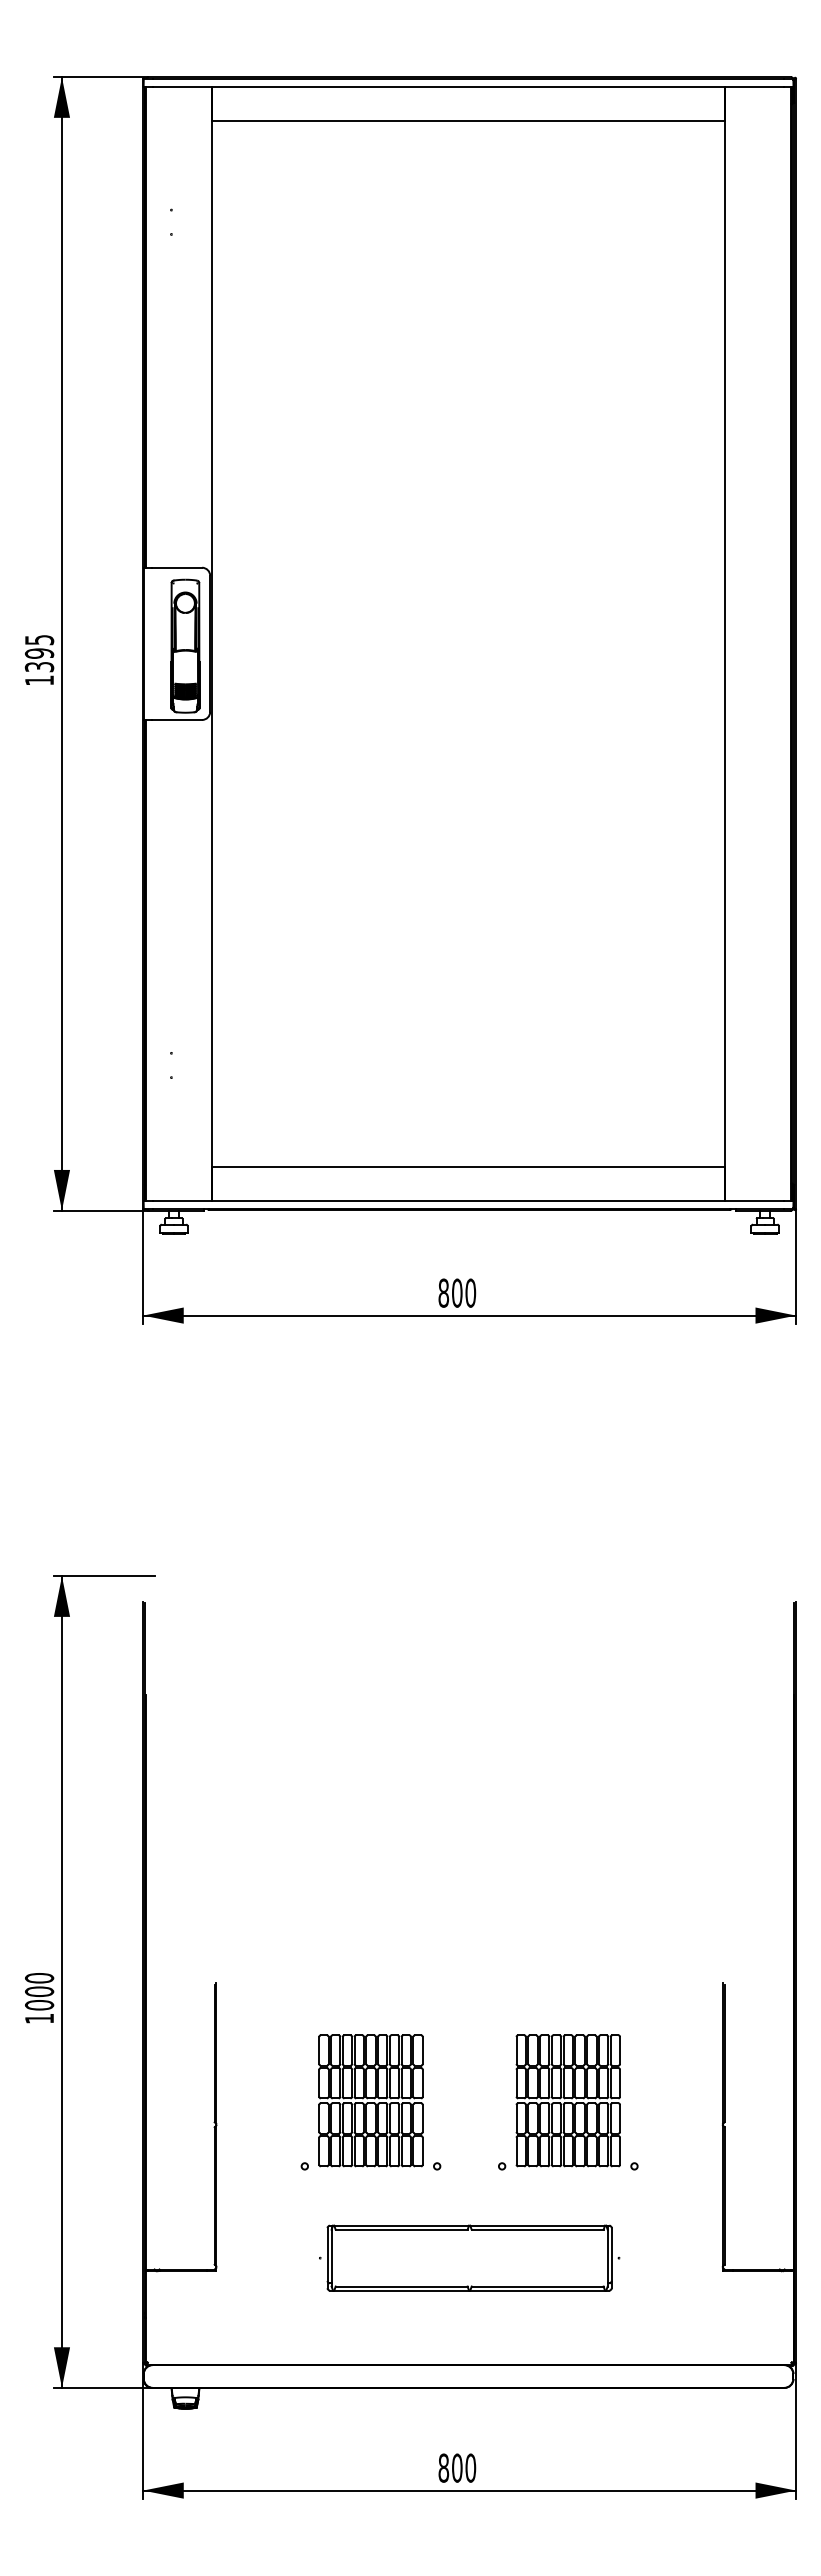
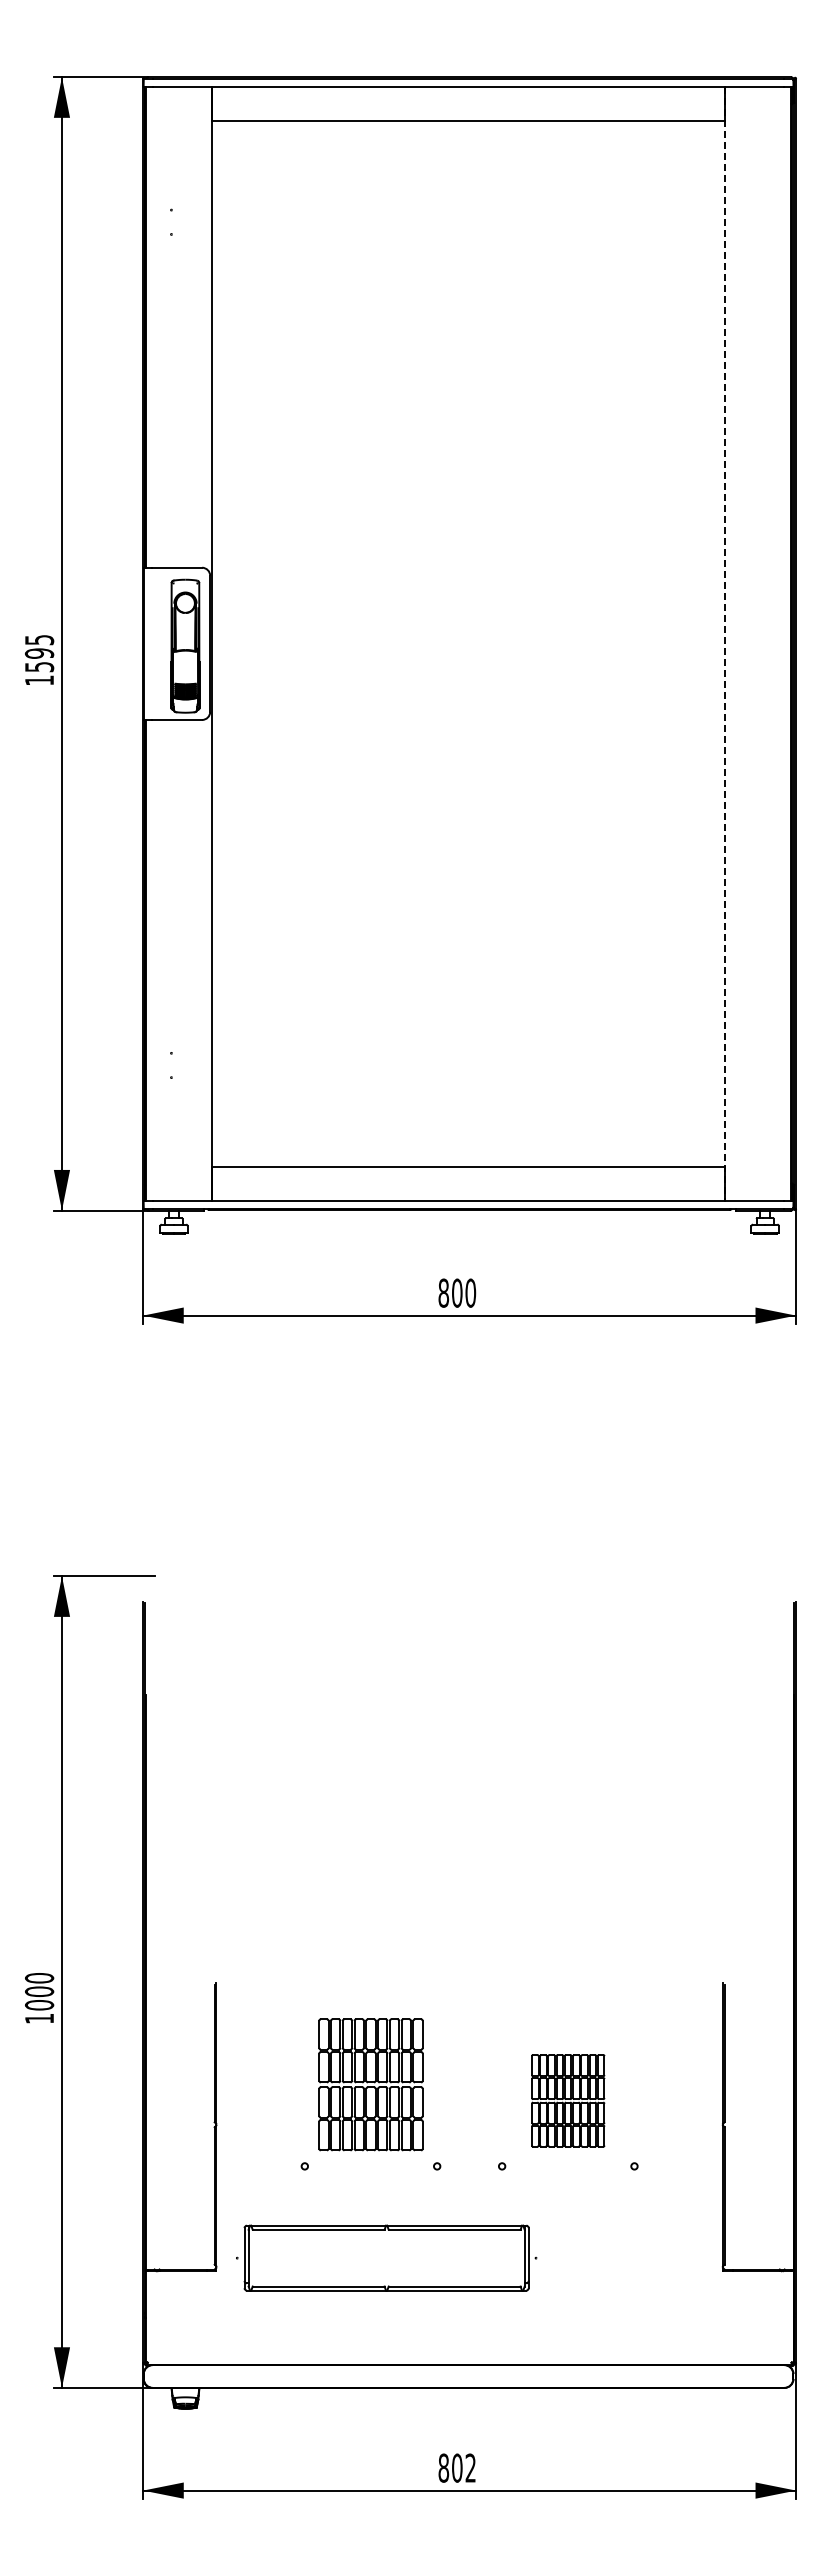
line at (724, 644): solid -> dashed
text at (38, 666): 1395 -> 1595
part at (370, 2100) position: (370, 2100) -> (370, 2084)
part at (567, 2100) size: 106x134 px -> 75x94 px
part at (469, 2257) position: (469, 2257) -> (386, 2257)
text at (470, 2467): 800 -> 802
